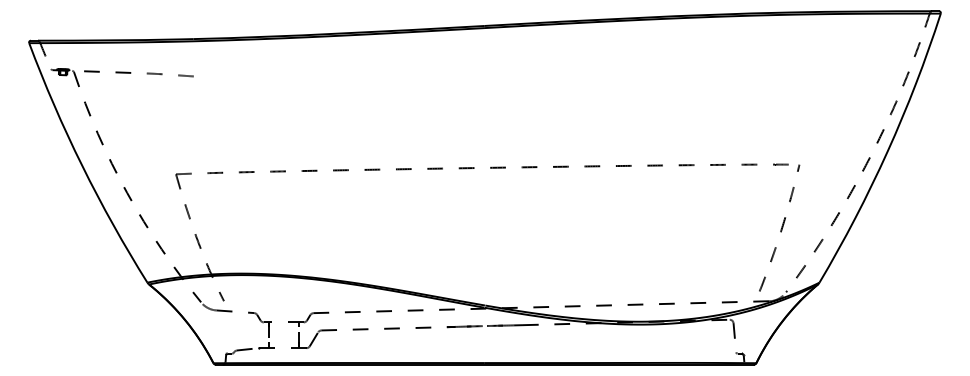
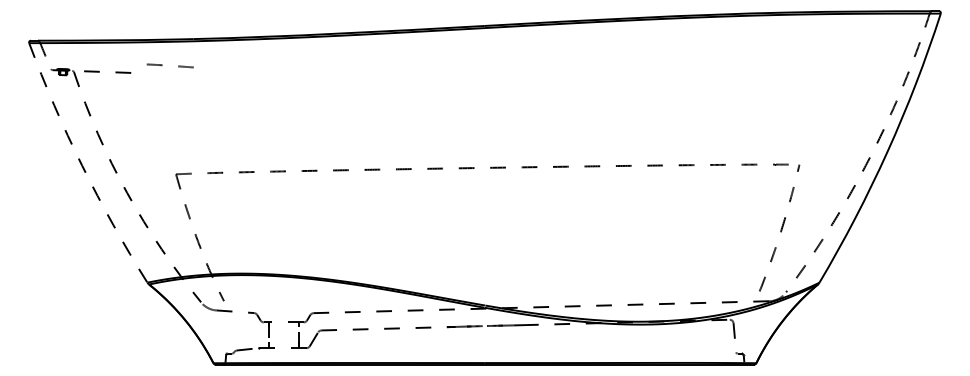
curve at (162, 74) position: (162, 74) -> (162, 65)
arc at (82, 165): solid -> dashed
